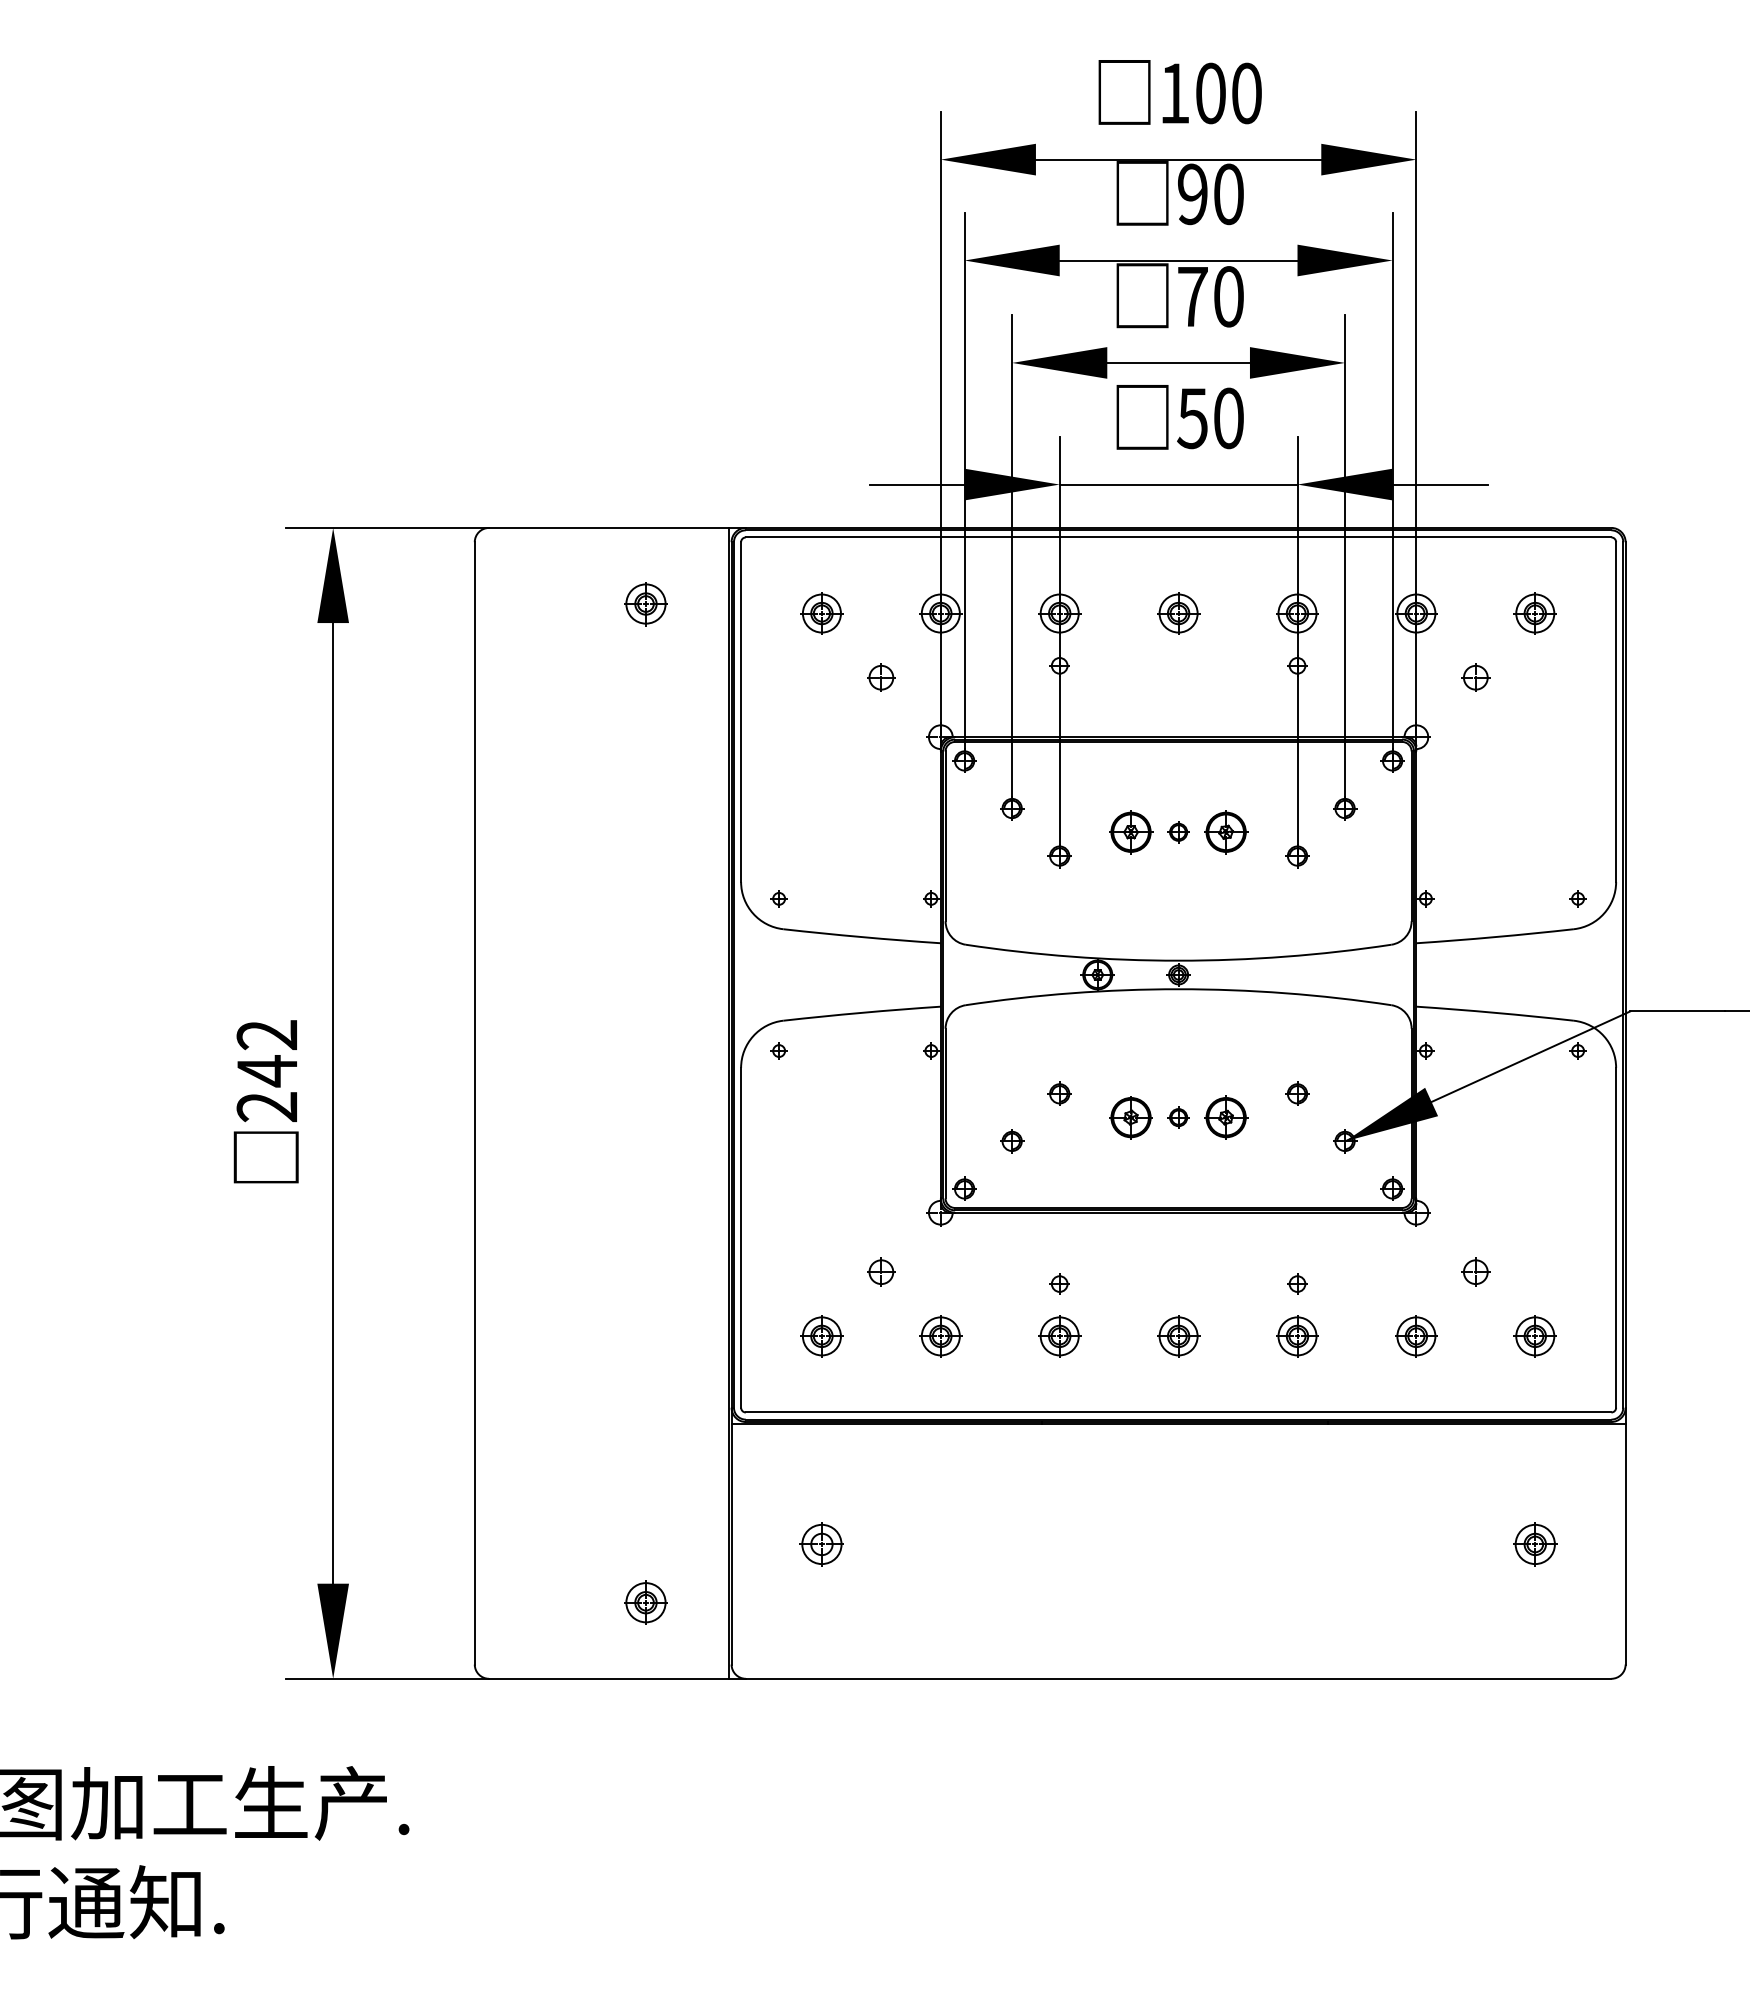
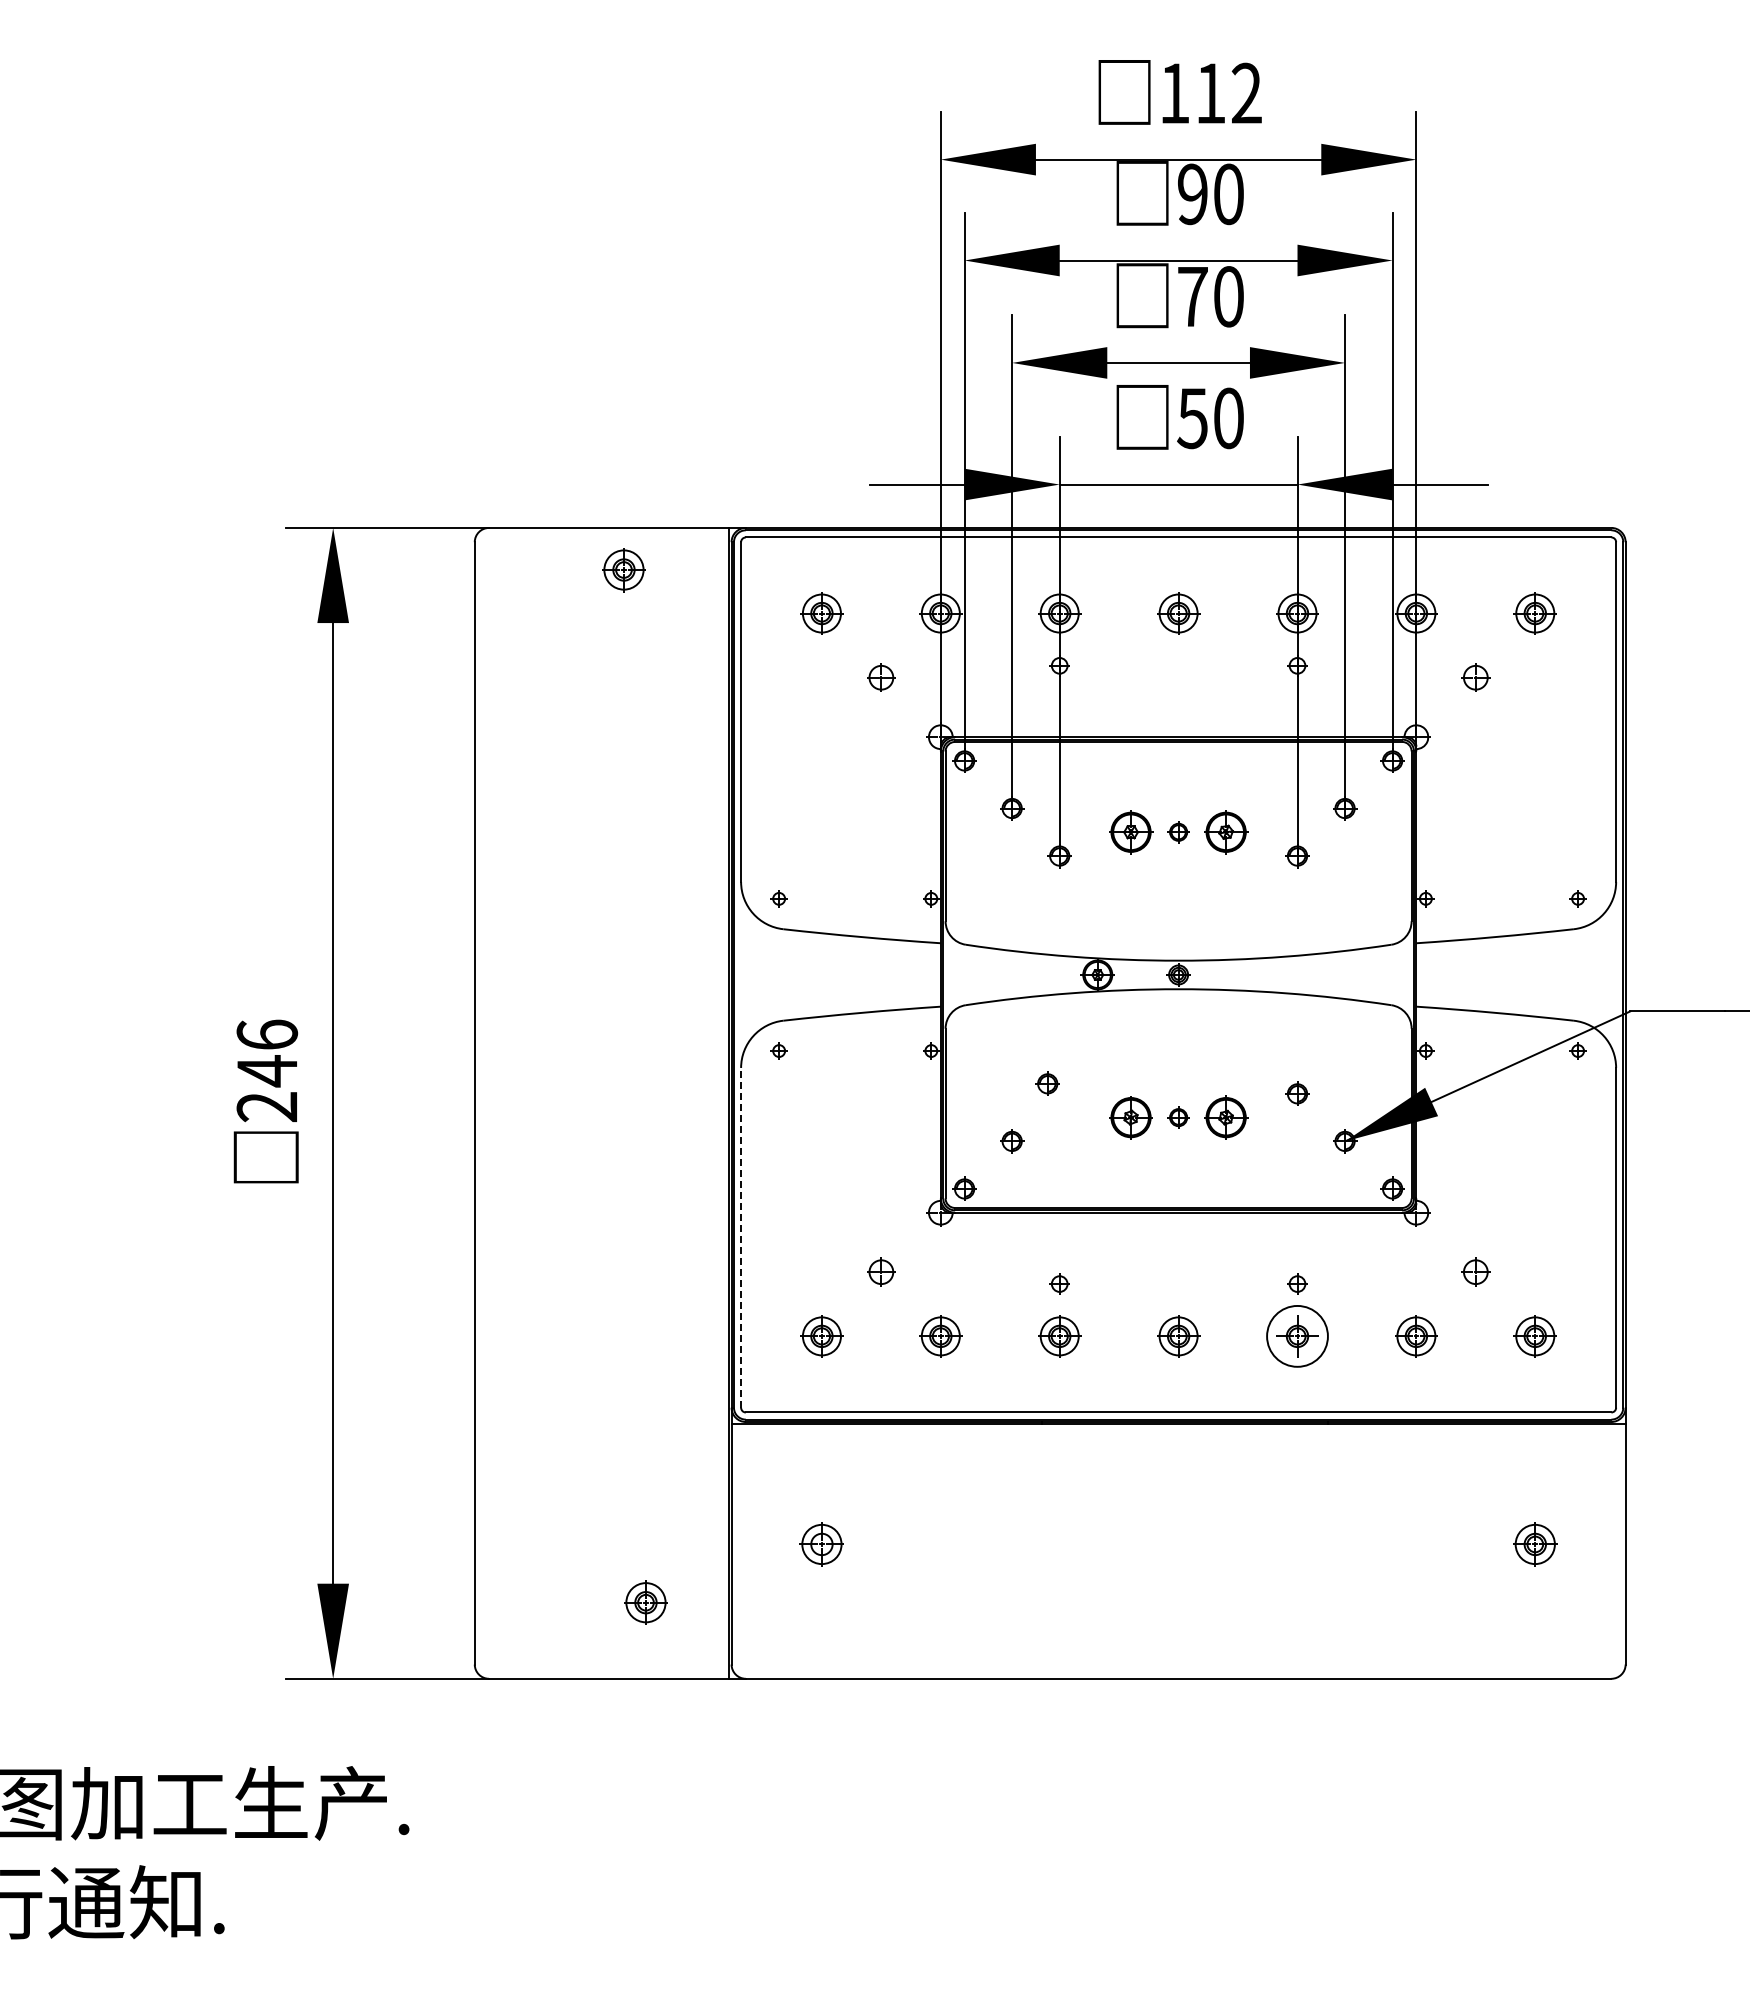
text at (1228, 93): 100 -> 112
part at (645, 604) position: (645, 604) -> (623, 570)
text at (267, 1034): 242 -> 246
part at (1059, 1093) position: (1059, 1093) -> (1047, 1083)
line at (741, 1237): solid -> dashed
circle at (1297, 1336) diameter: 38 px -> 61 px
